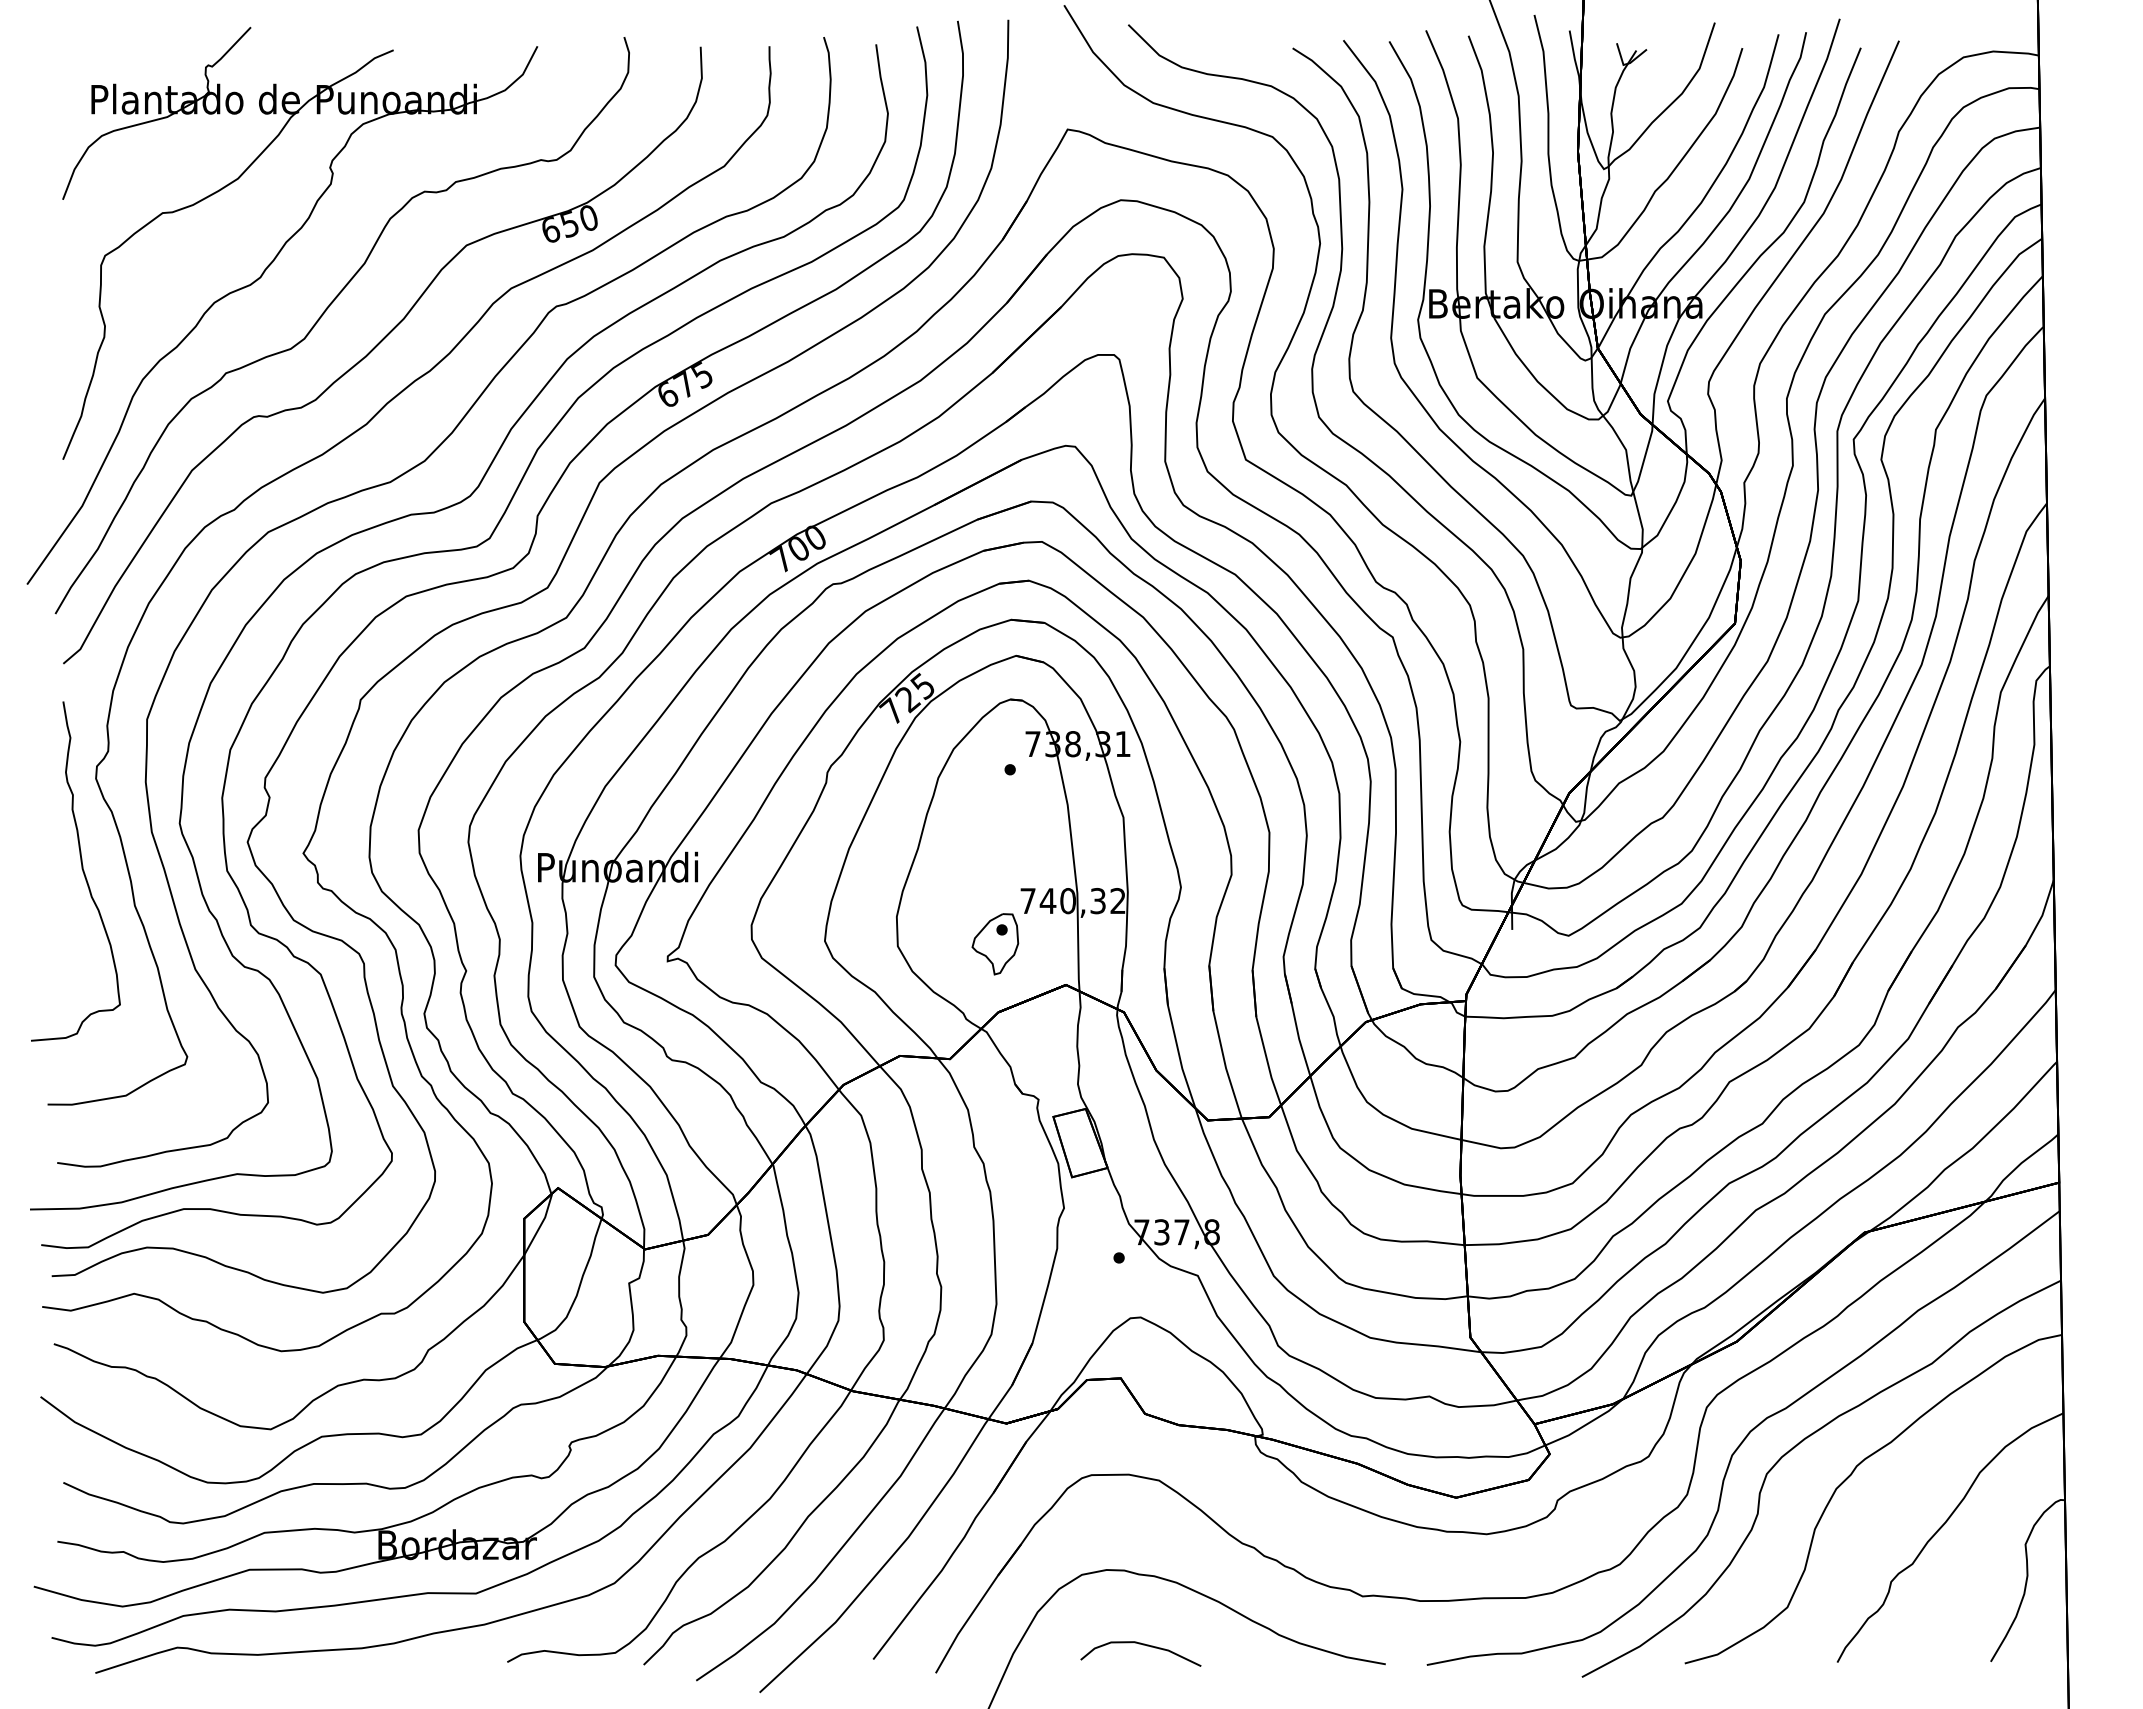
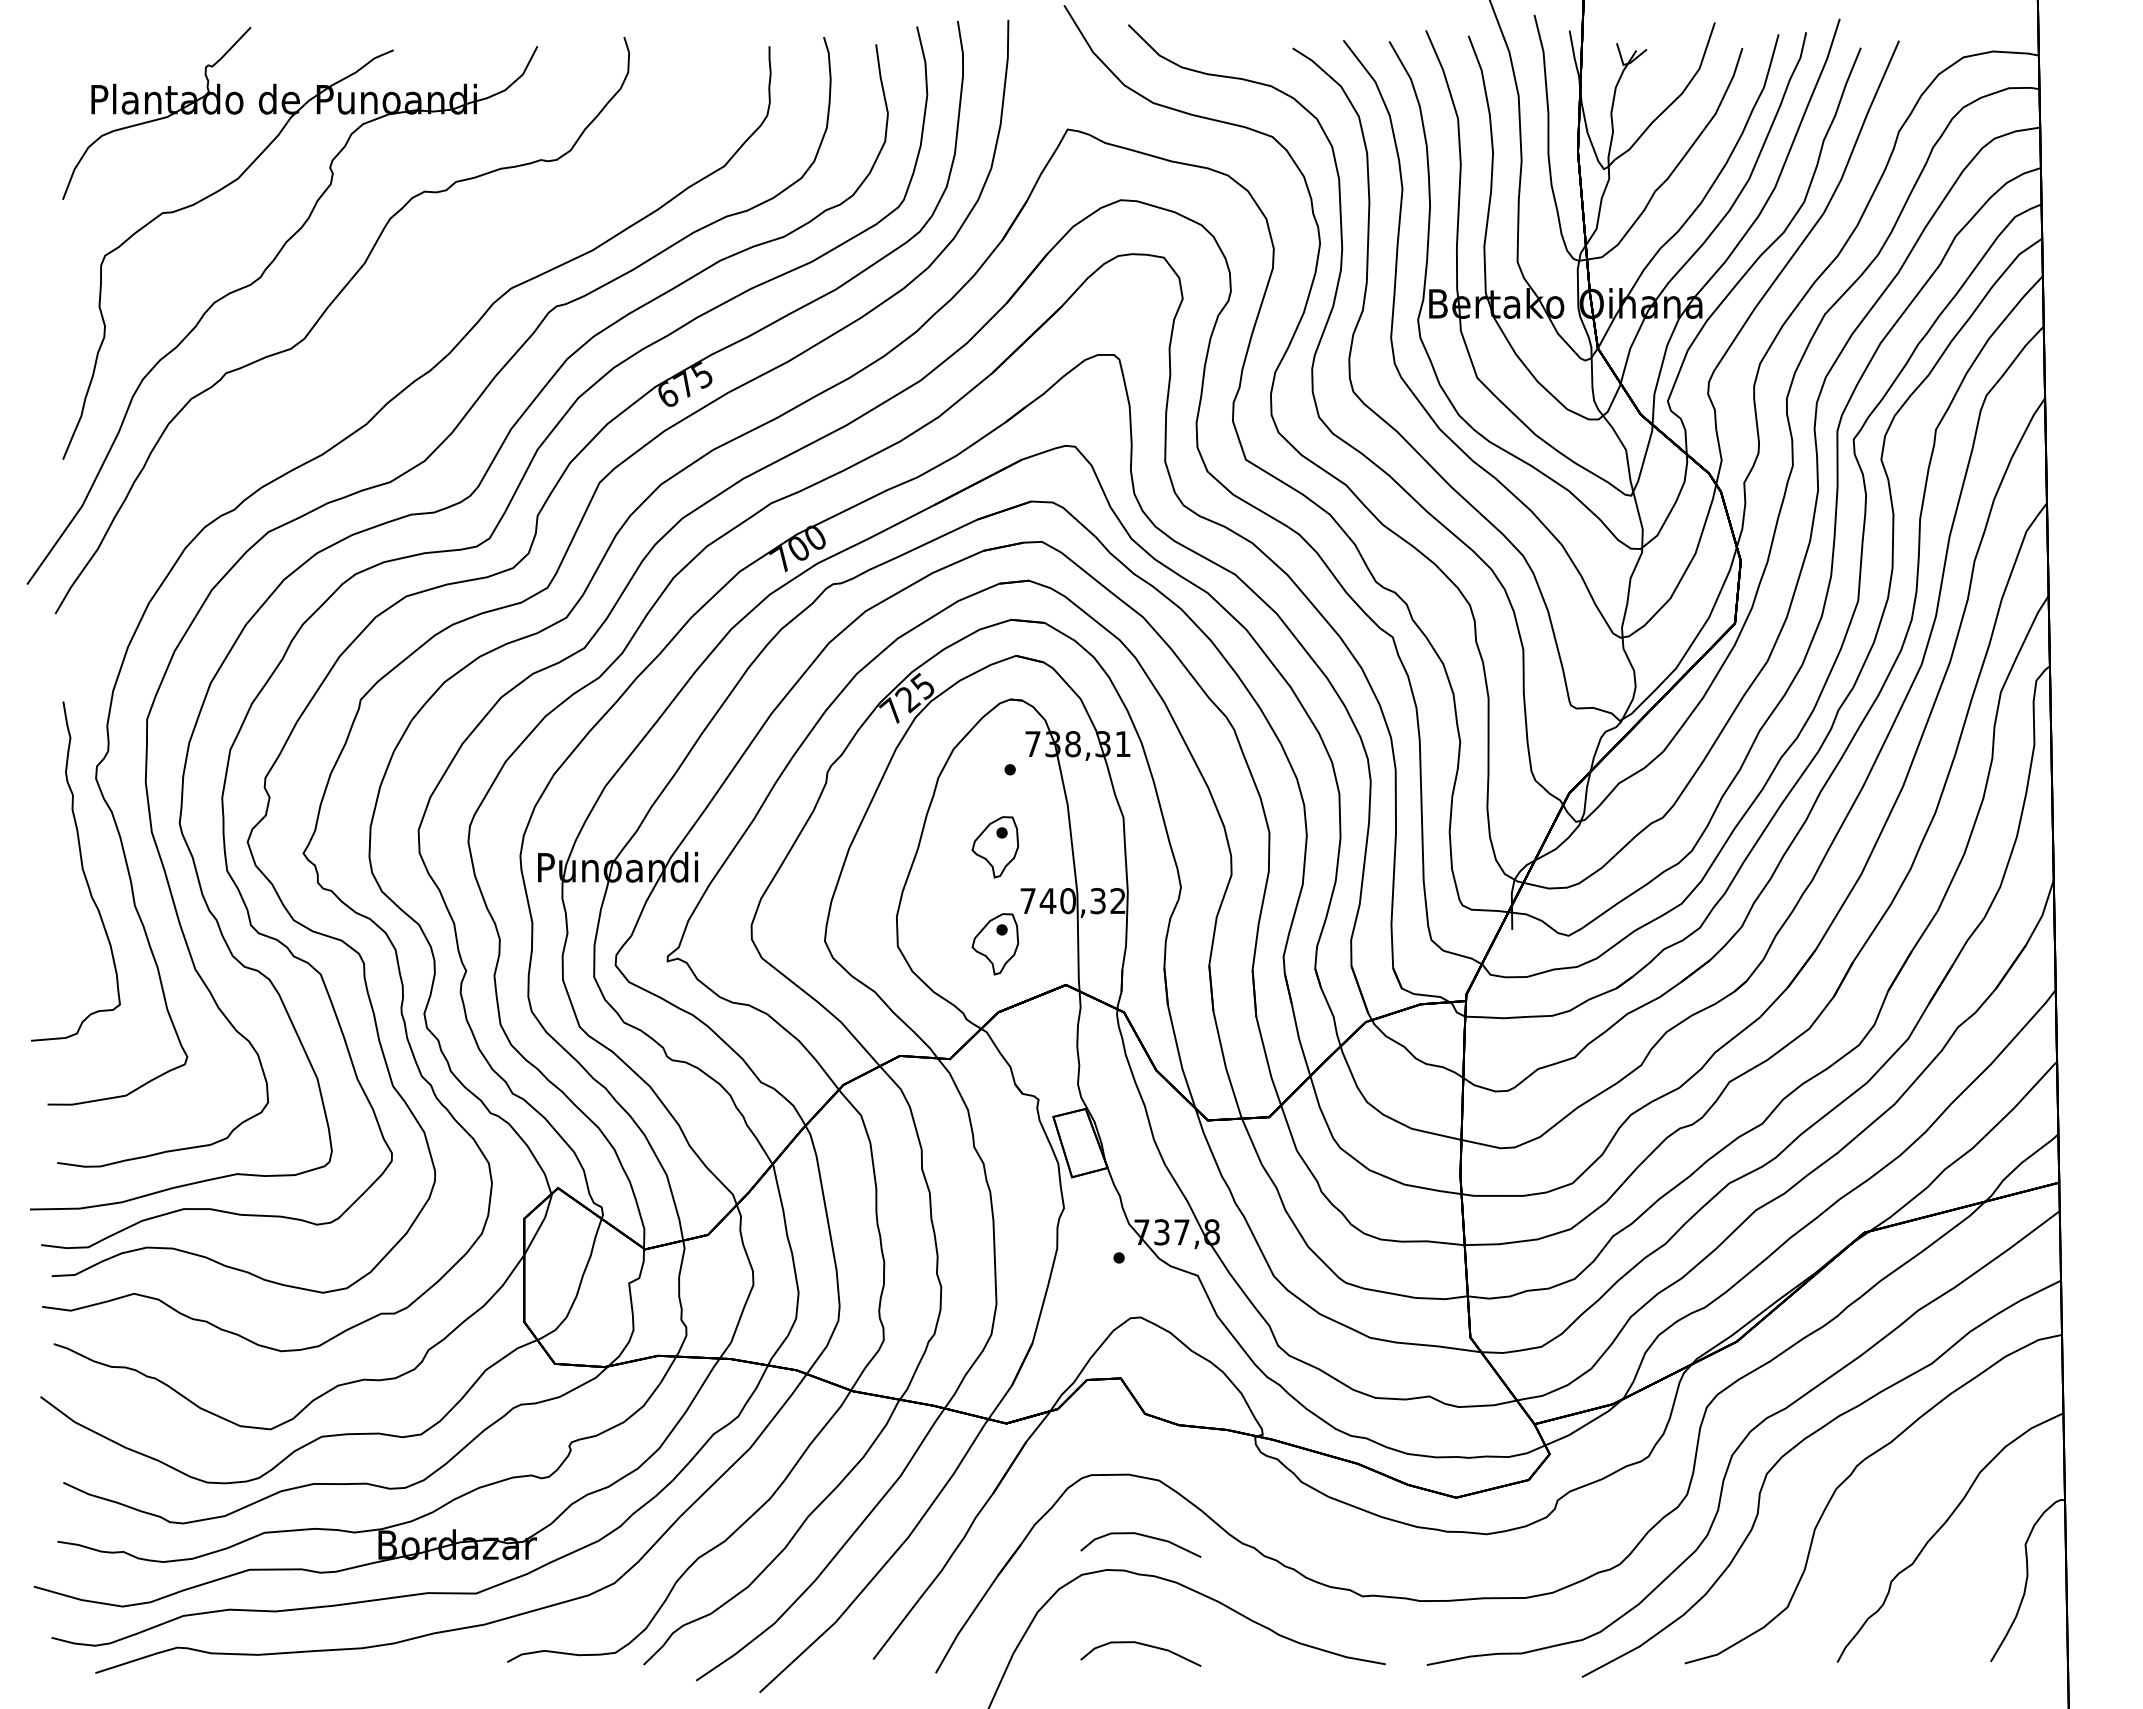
part at (375, 348): present -> none
part at (995, 847): none -> present
curve at (1142, 1536): none -> present
